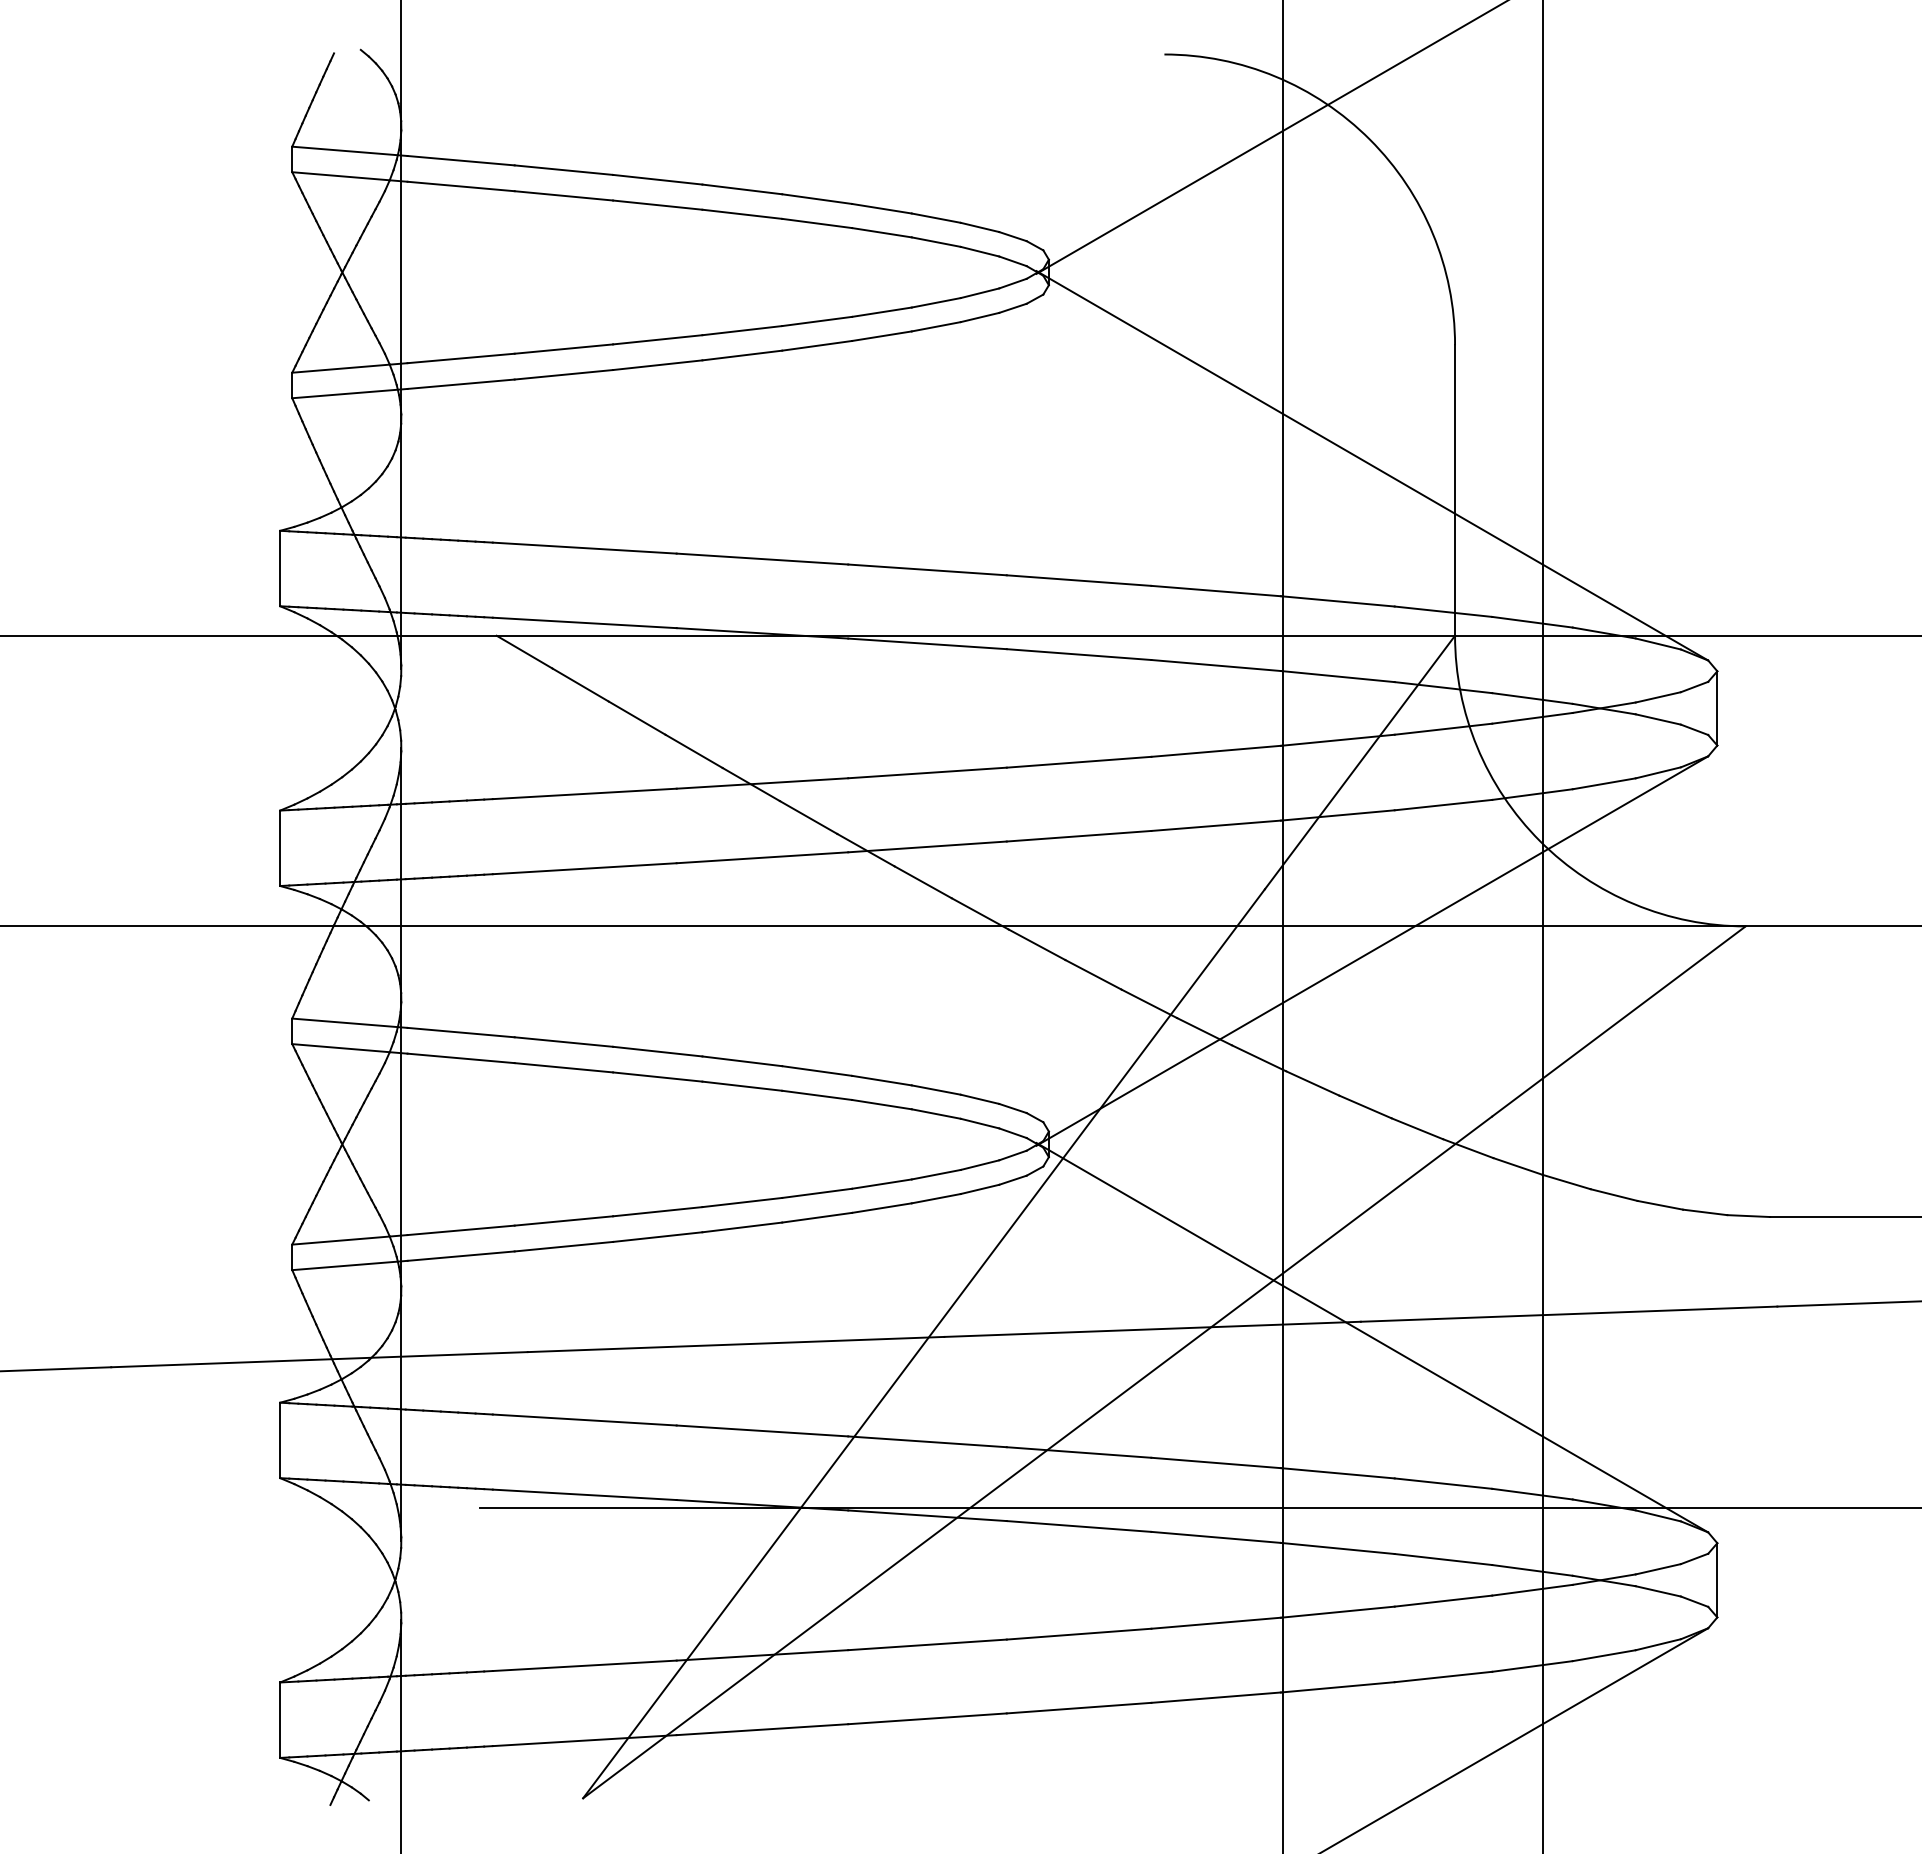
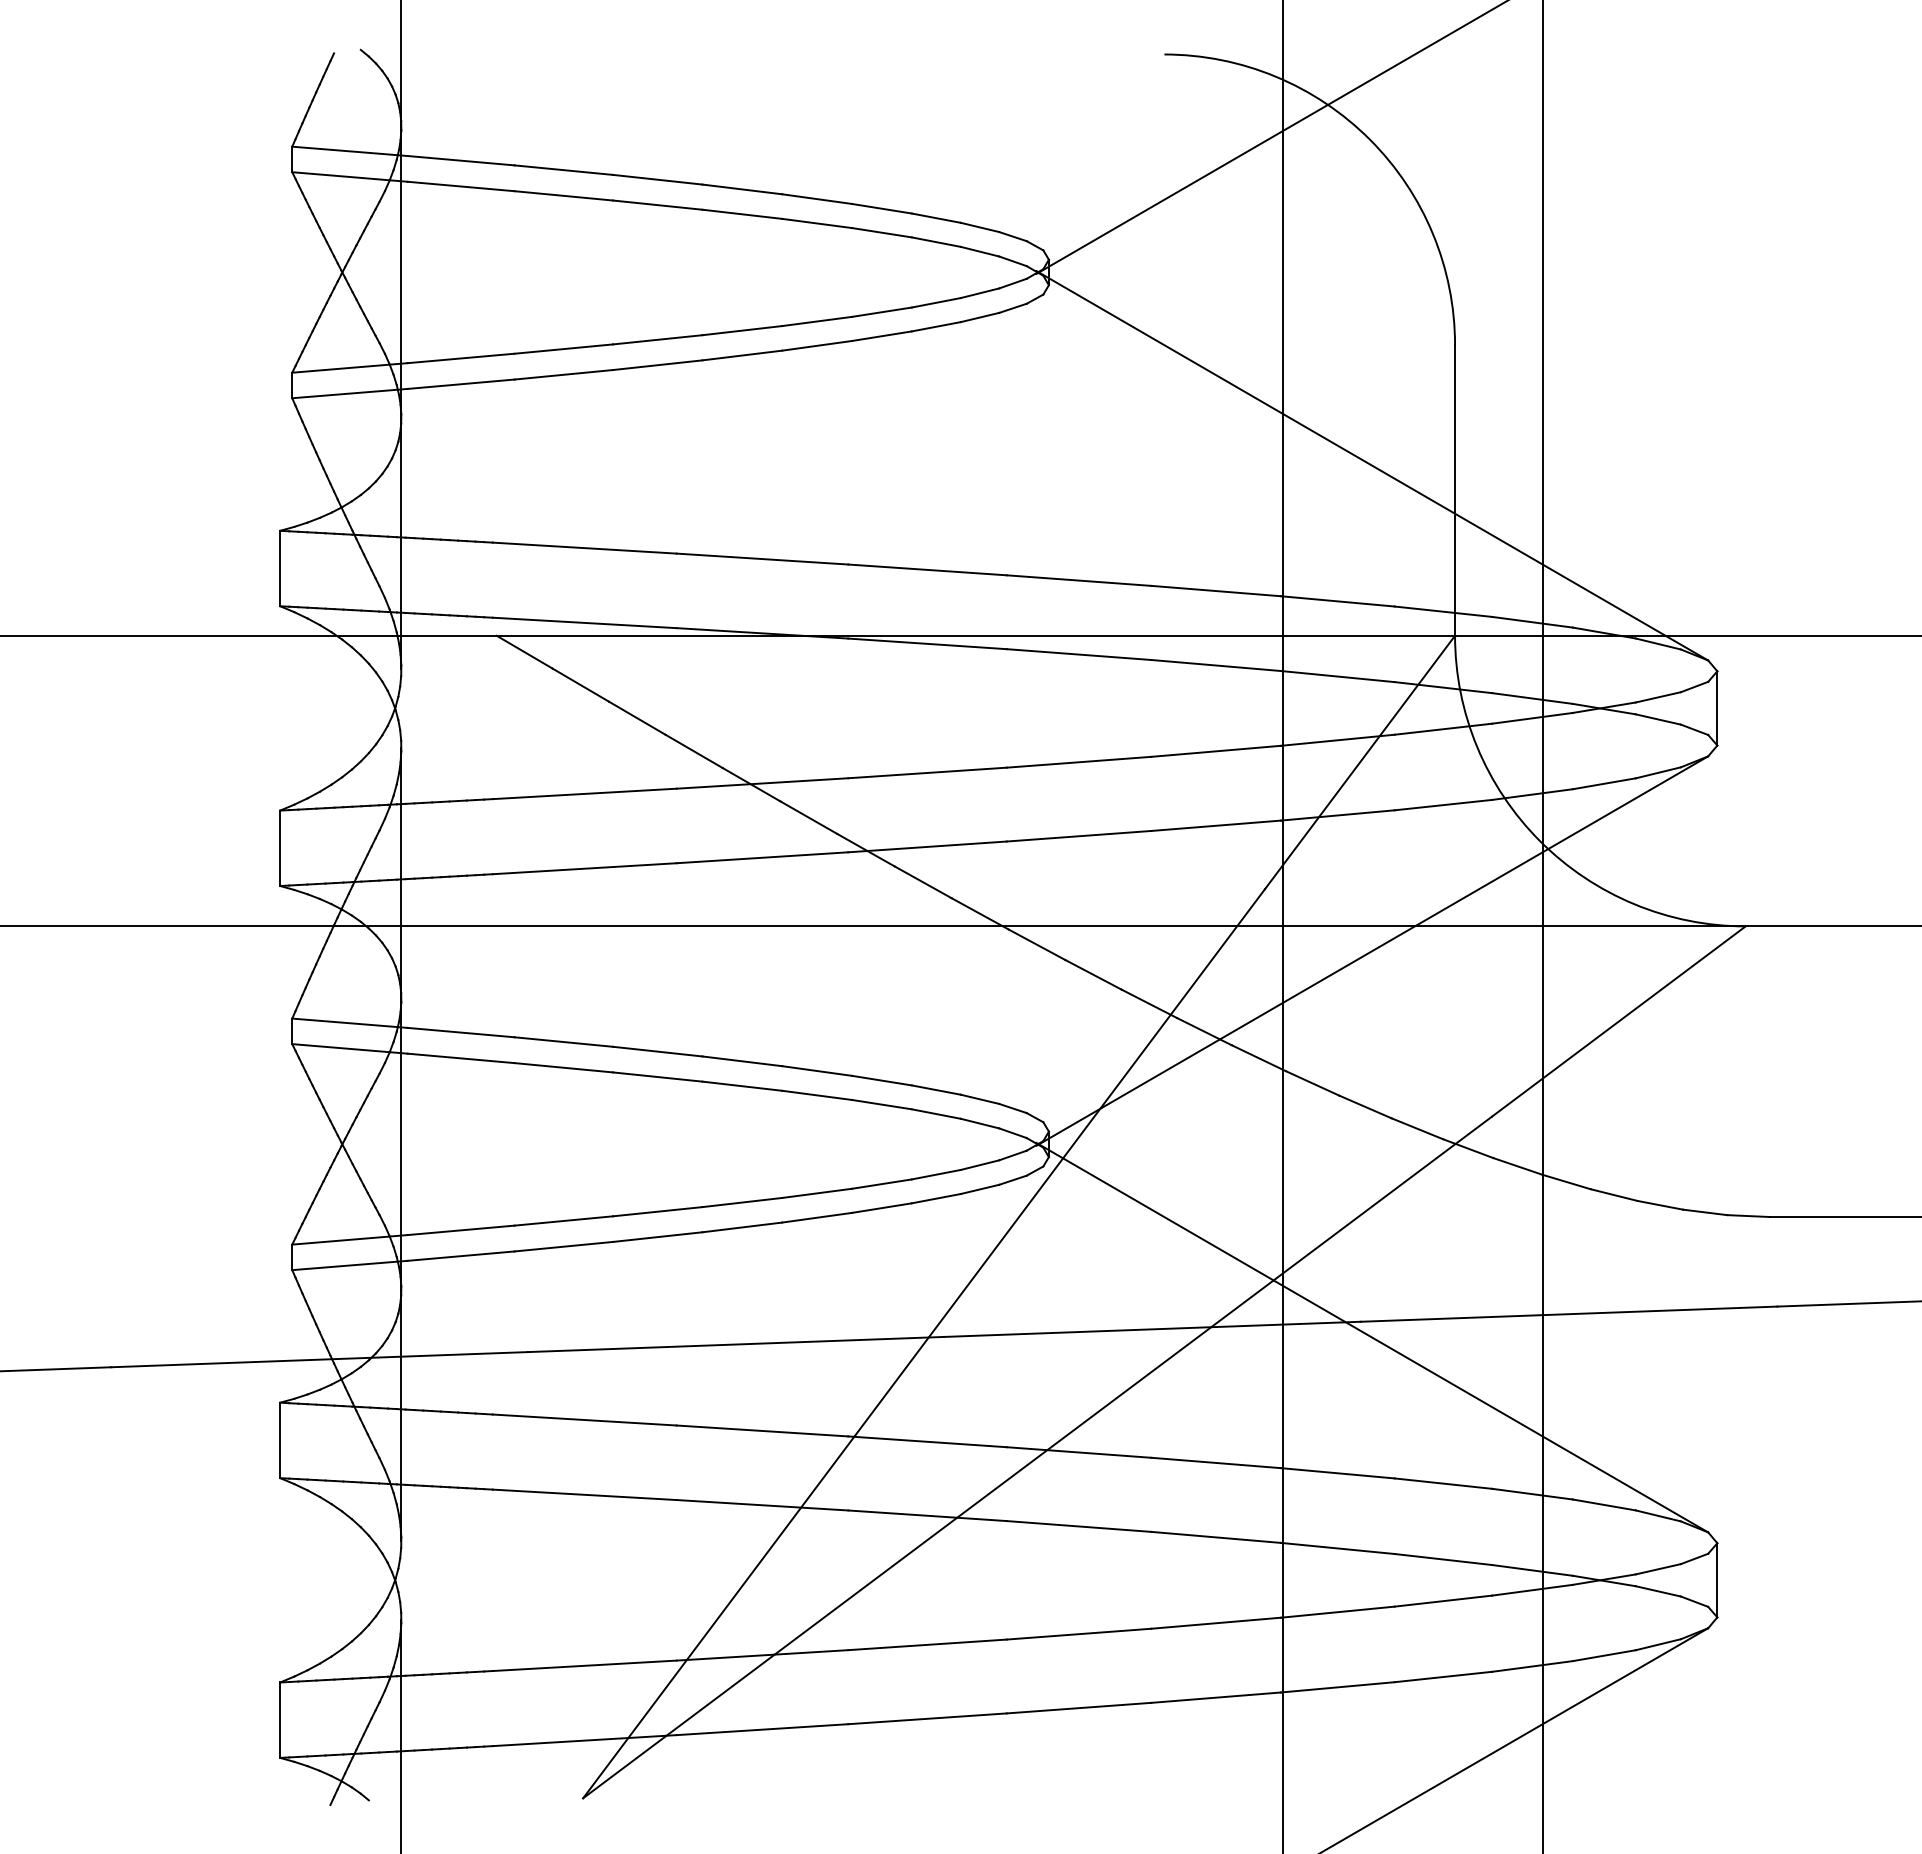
line at (1199, 1507): present -> none
